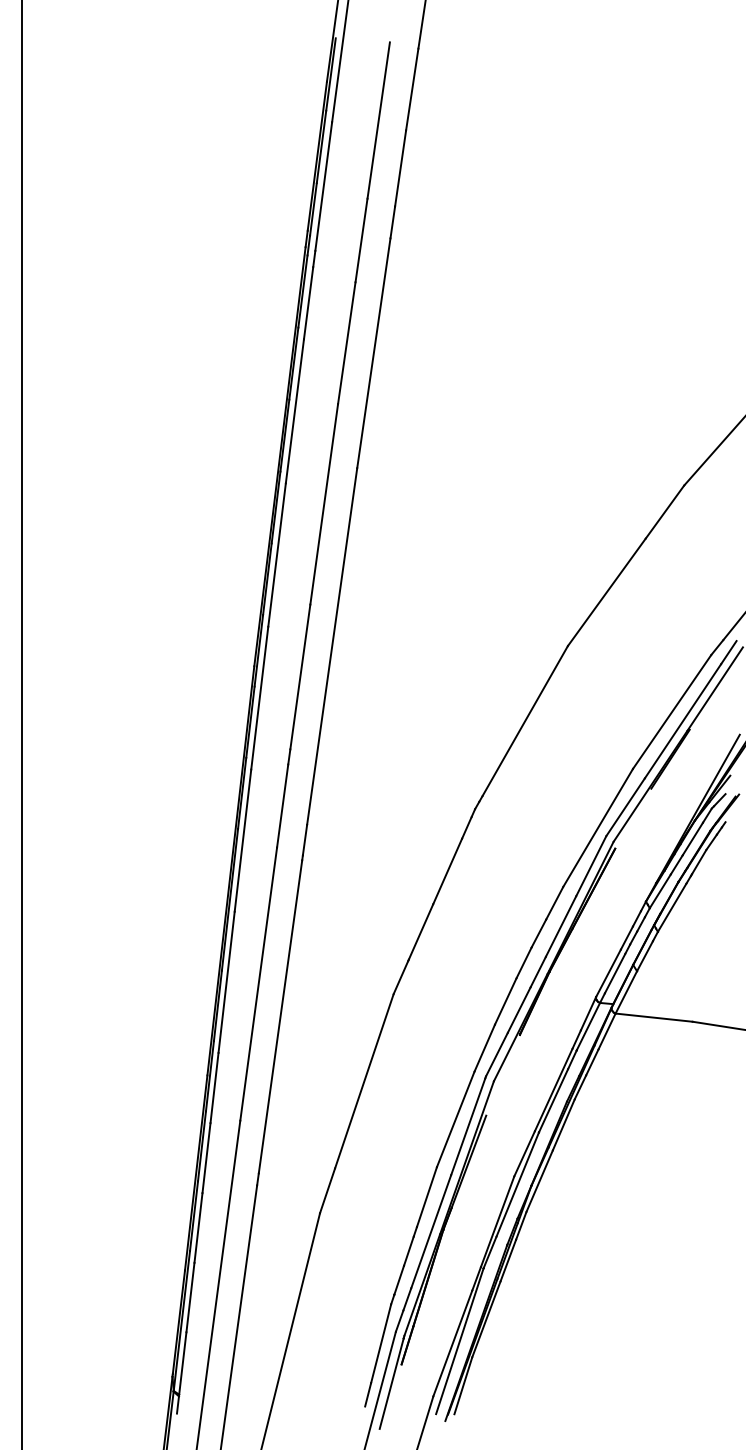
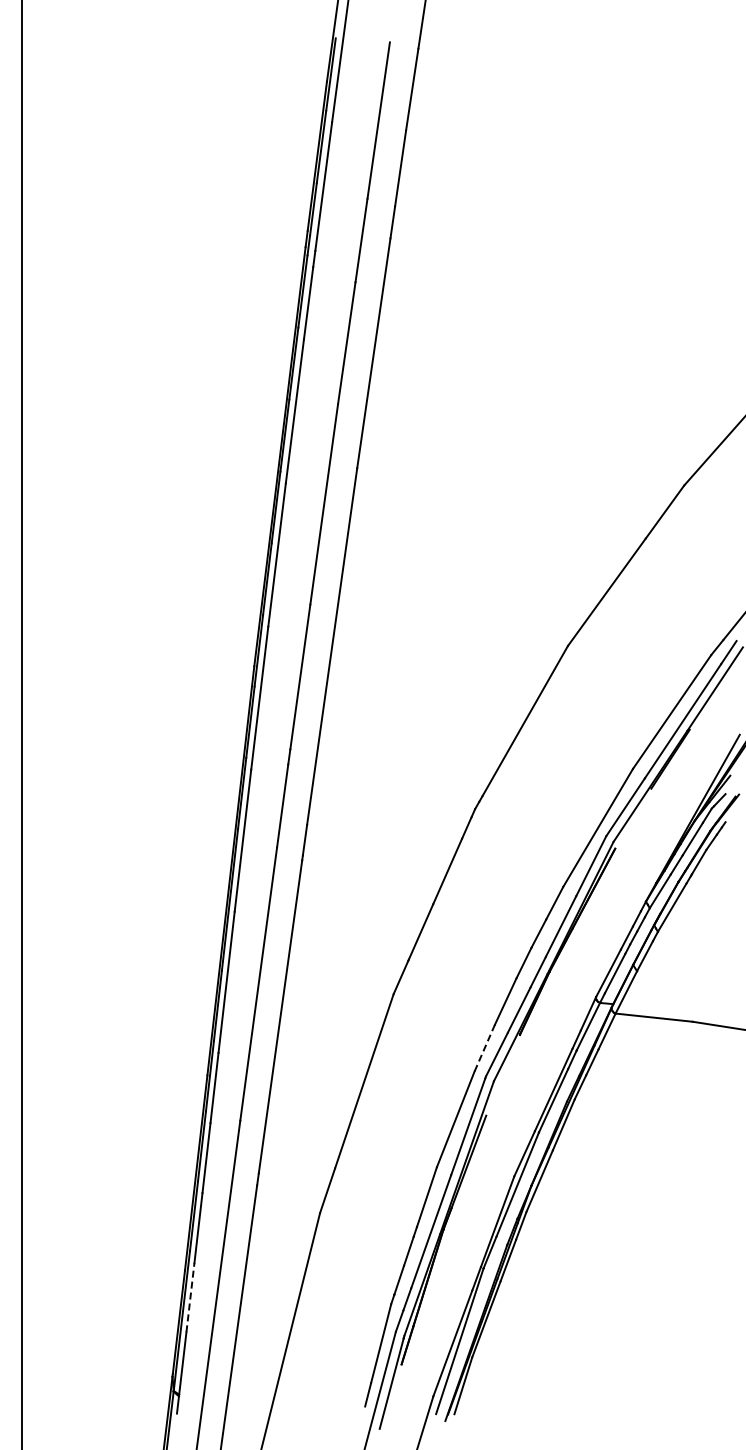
line at (484, 1048): solid -> dashed
line at (190, 1297): solid -> dashed
